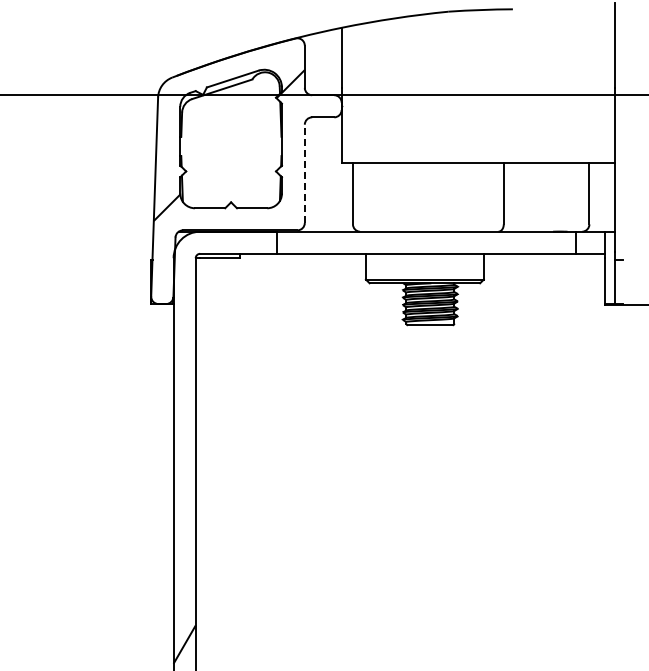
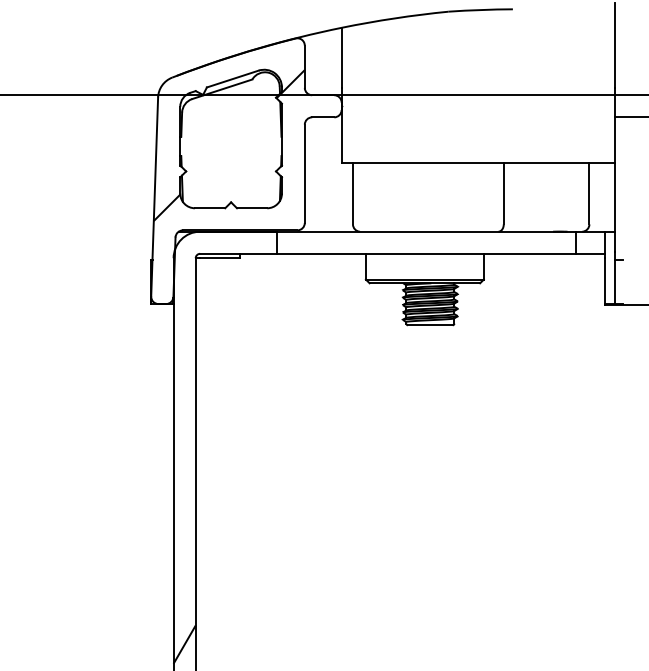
line at (630, 117): none -> present
line at (304, 173): dashed -> solid
